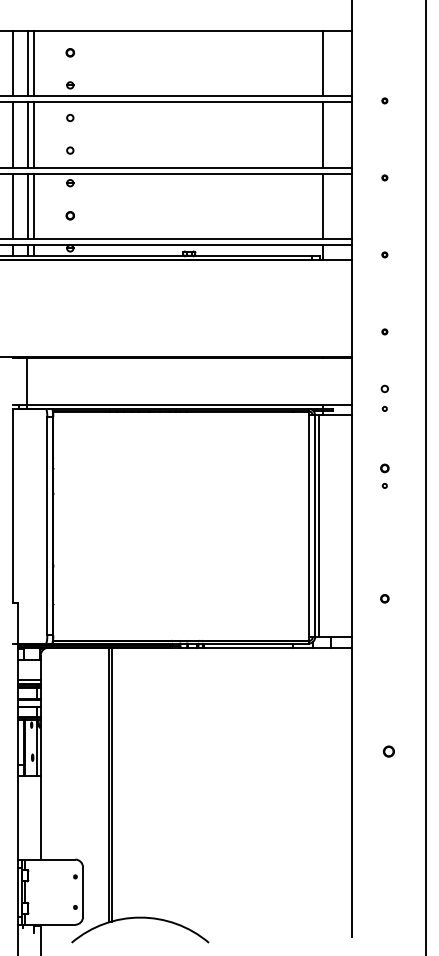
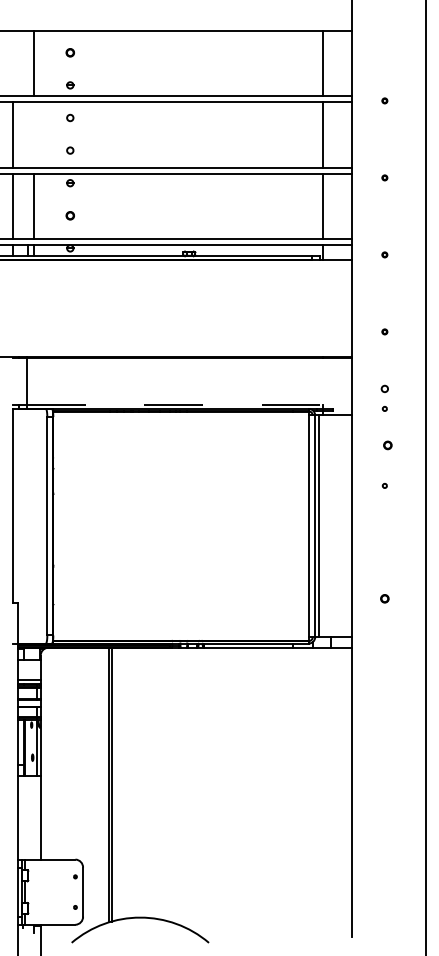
line at (13, 63): present -> none
line at (27, 63): present -> none
line at (27, 134): present -> none
line at (33, 134): present -> none
line at (27, 206): present -> none
line at (189, 404): solid -> dashed
part at (384, 468) position: (384, 468) -> (387, 445)
circle at (388, 751): present -> none
